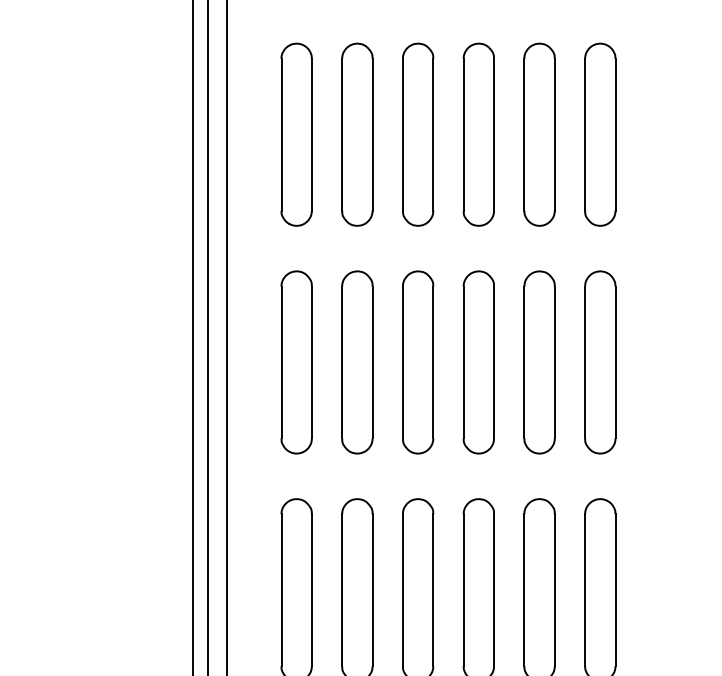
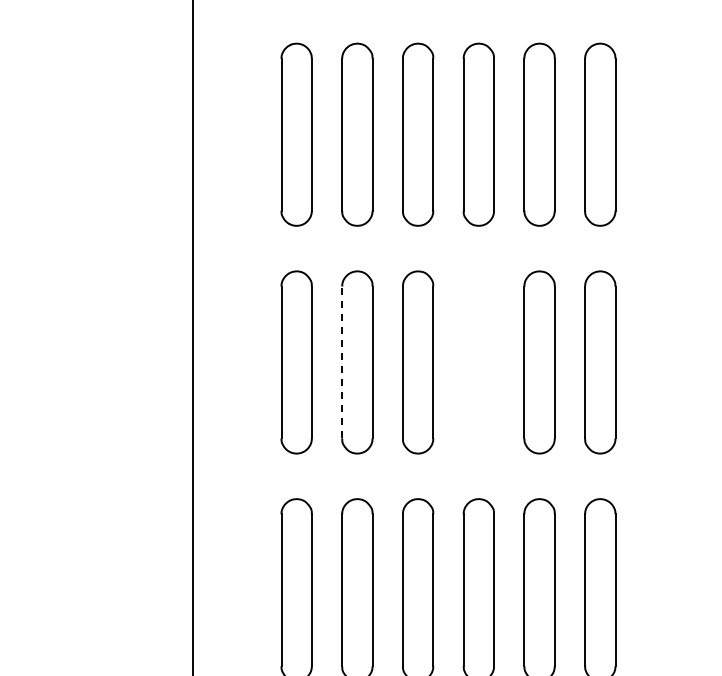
line at (208, 337): present -> none
line at (226, 337): present -> none
line at (342, 362): solid -> dashed
part at (478, 362): present -> none
